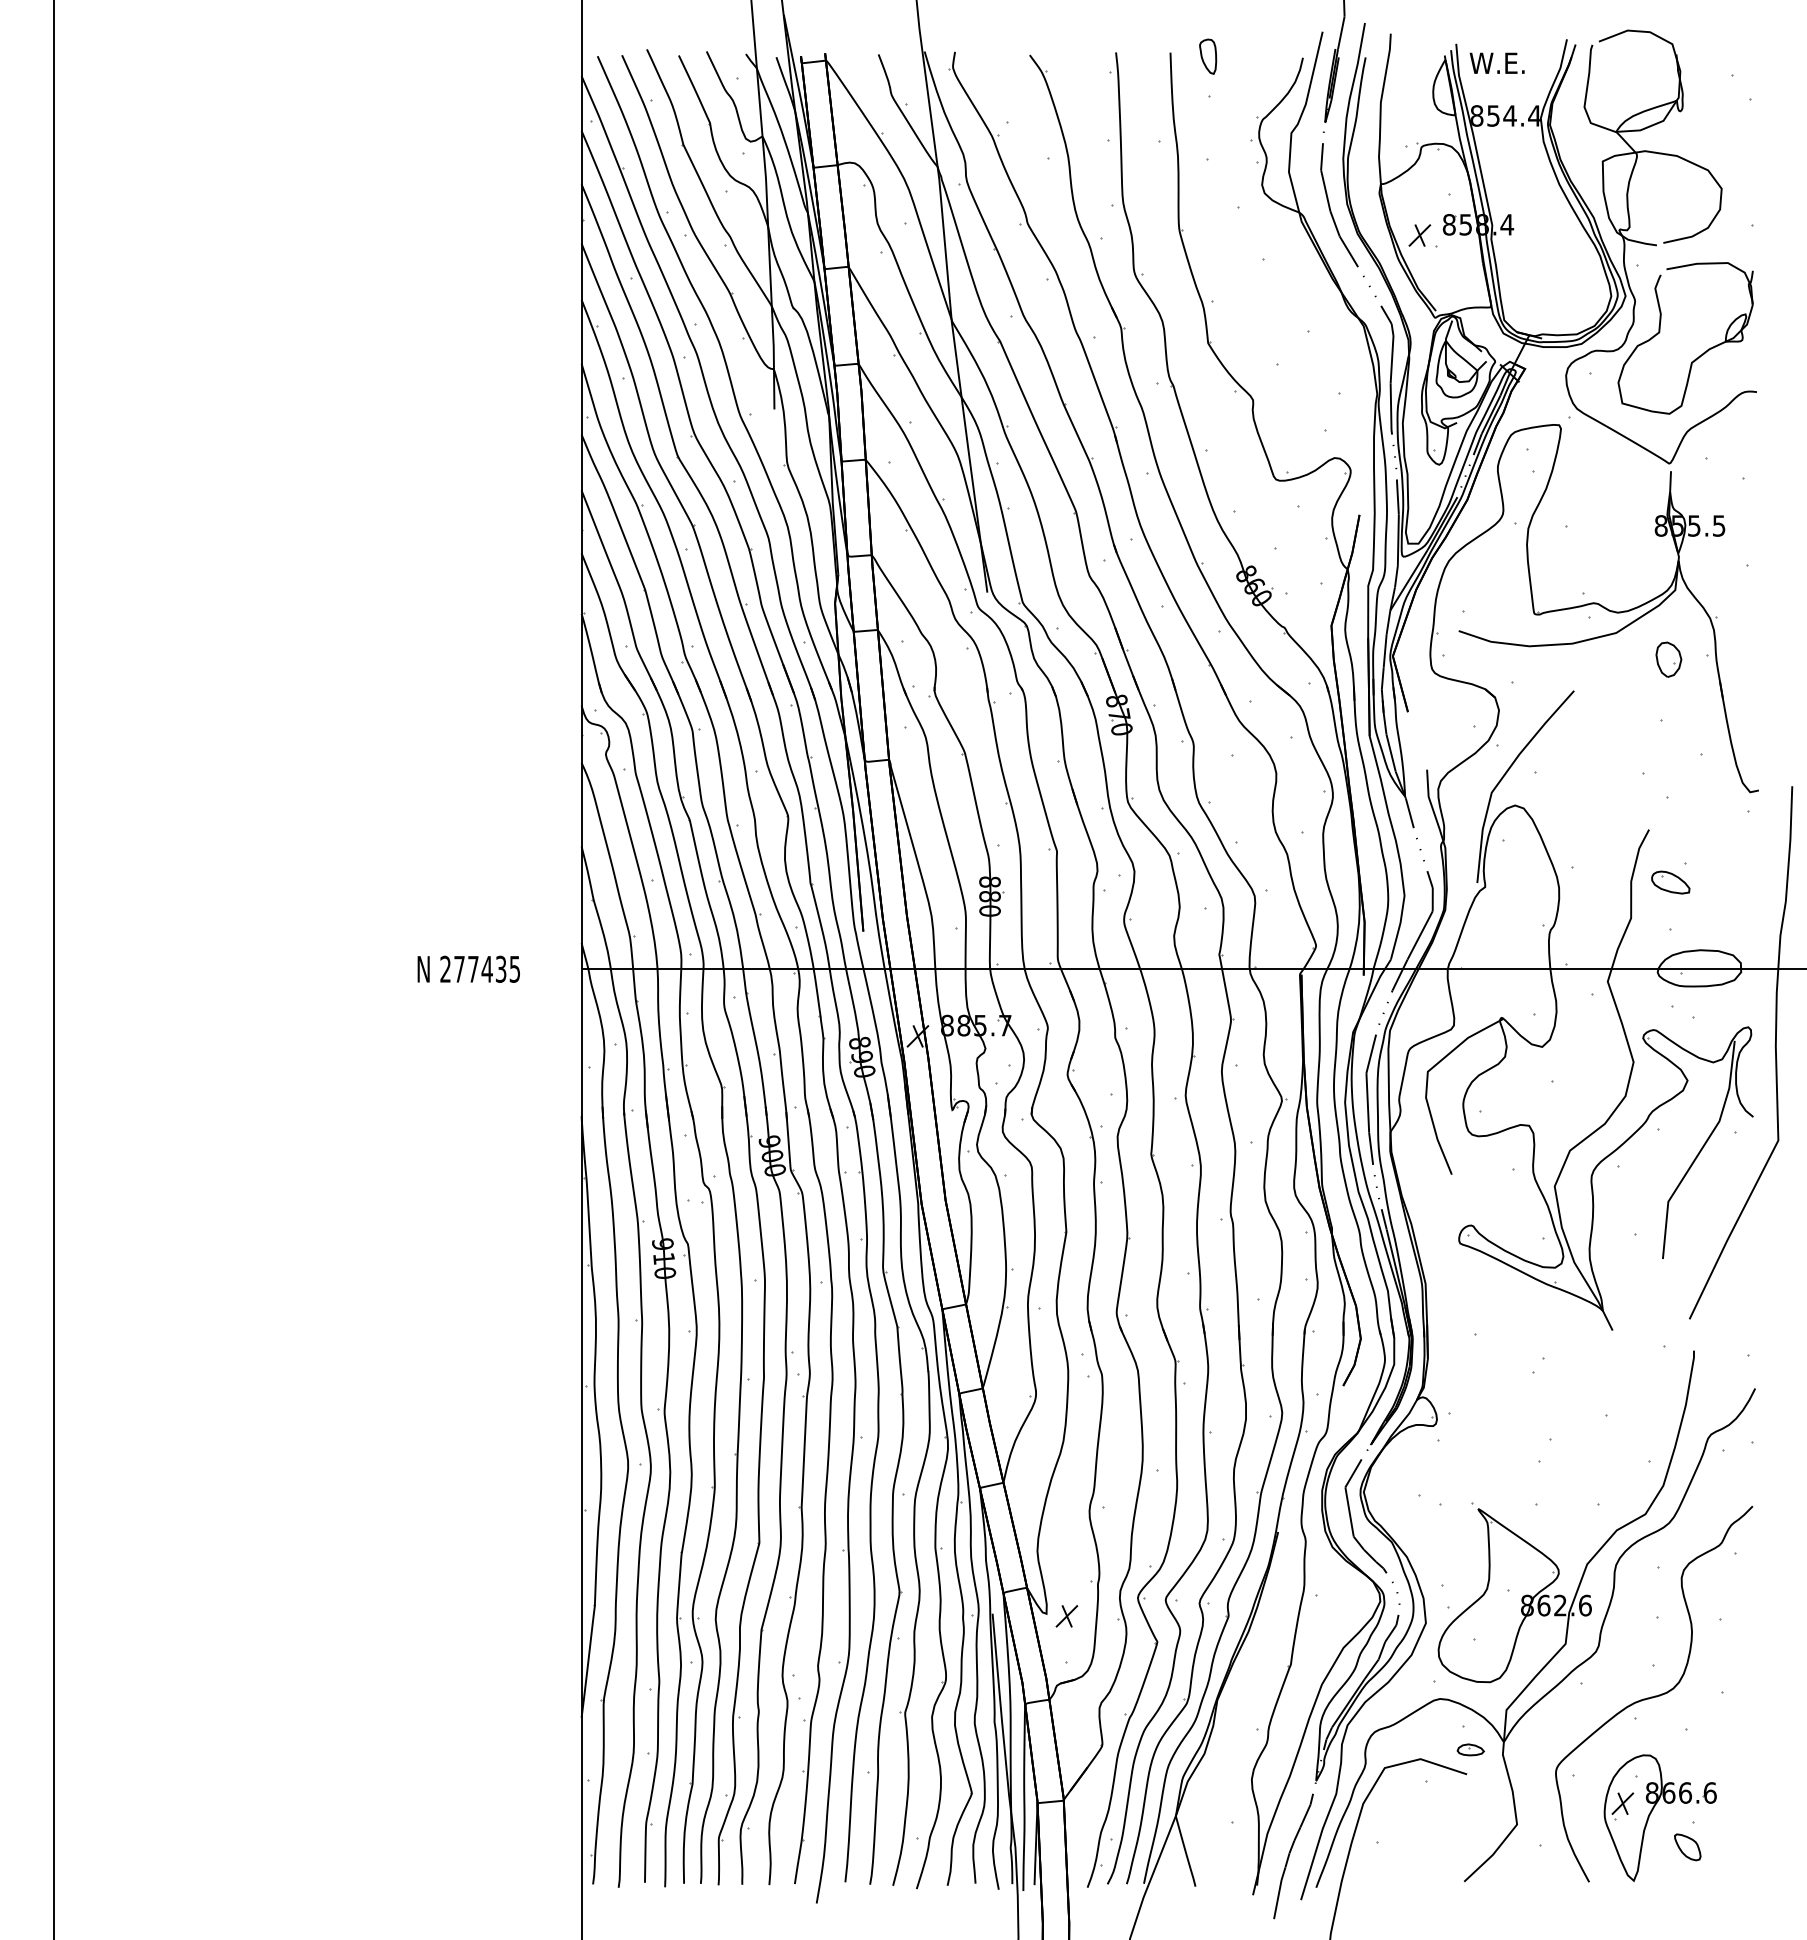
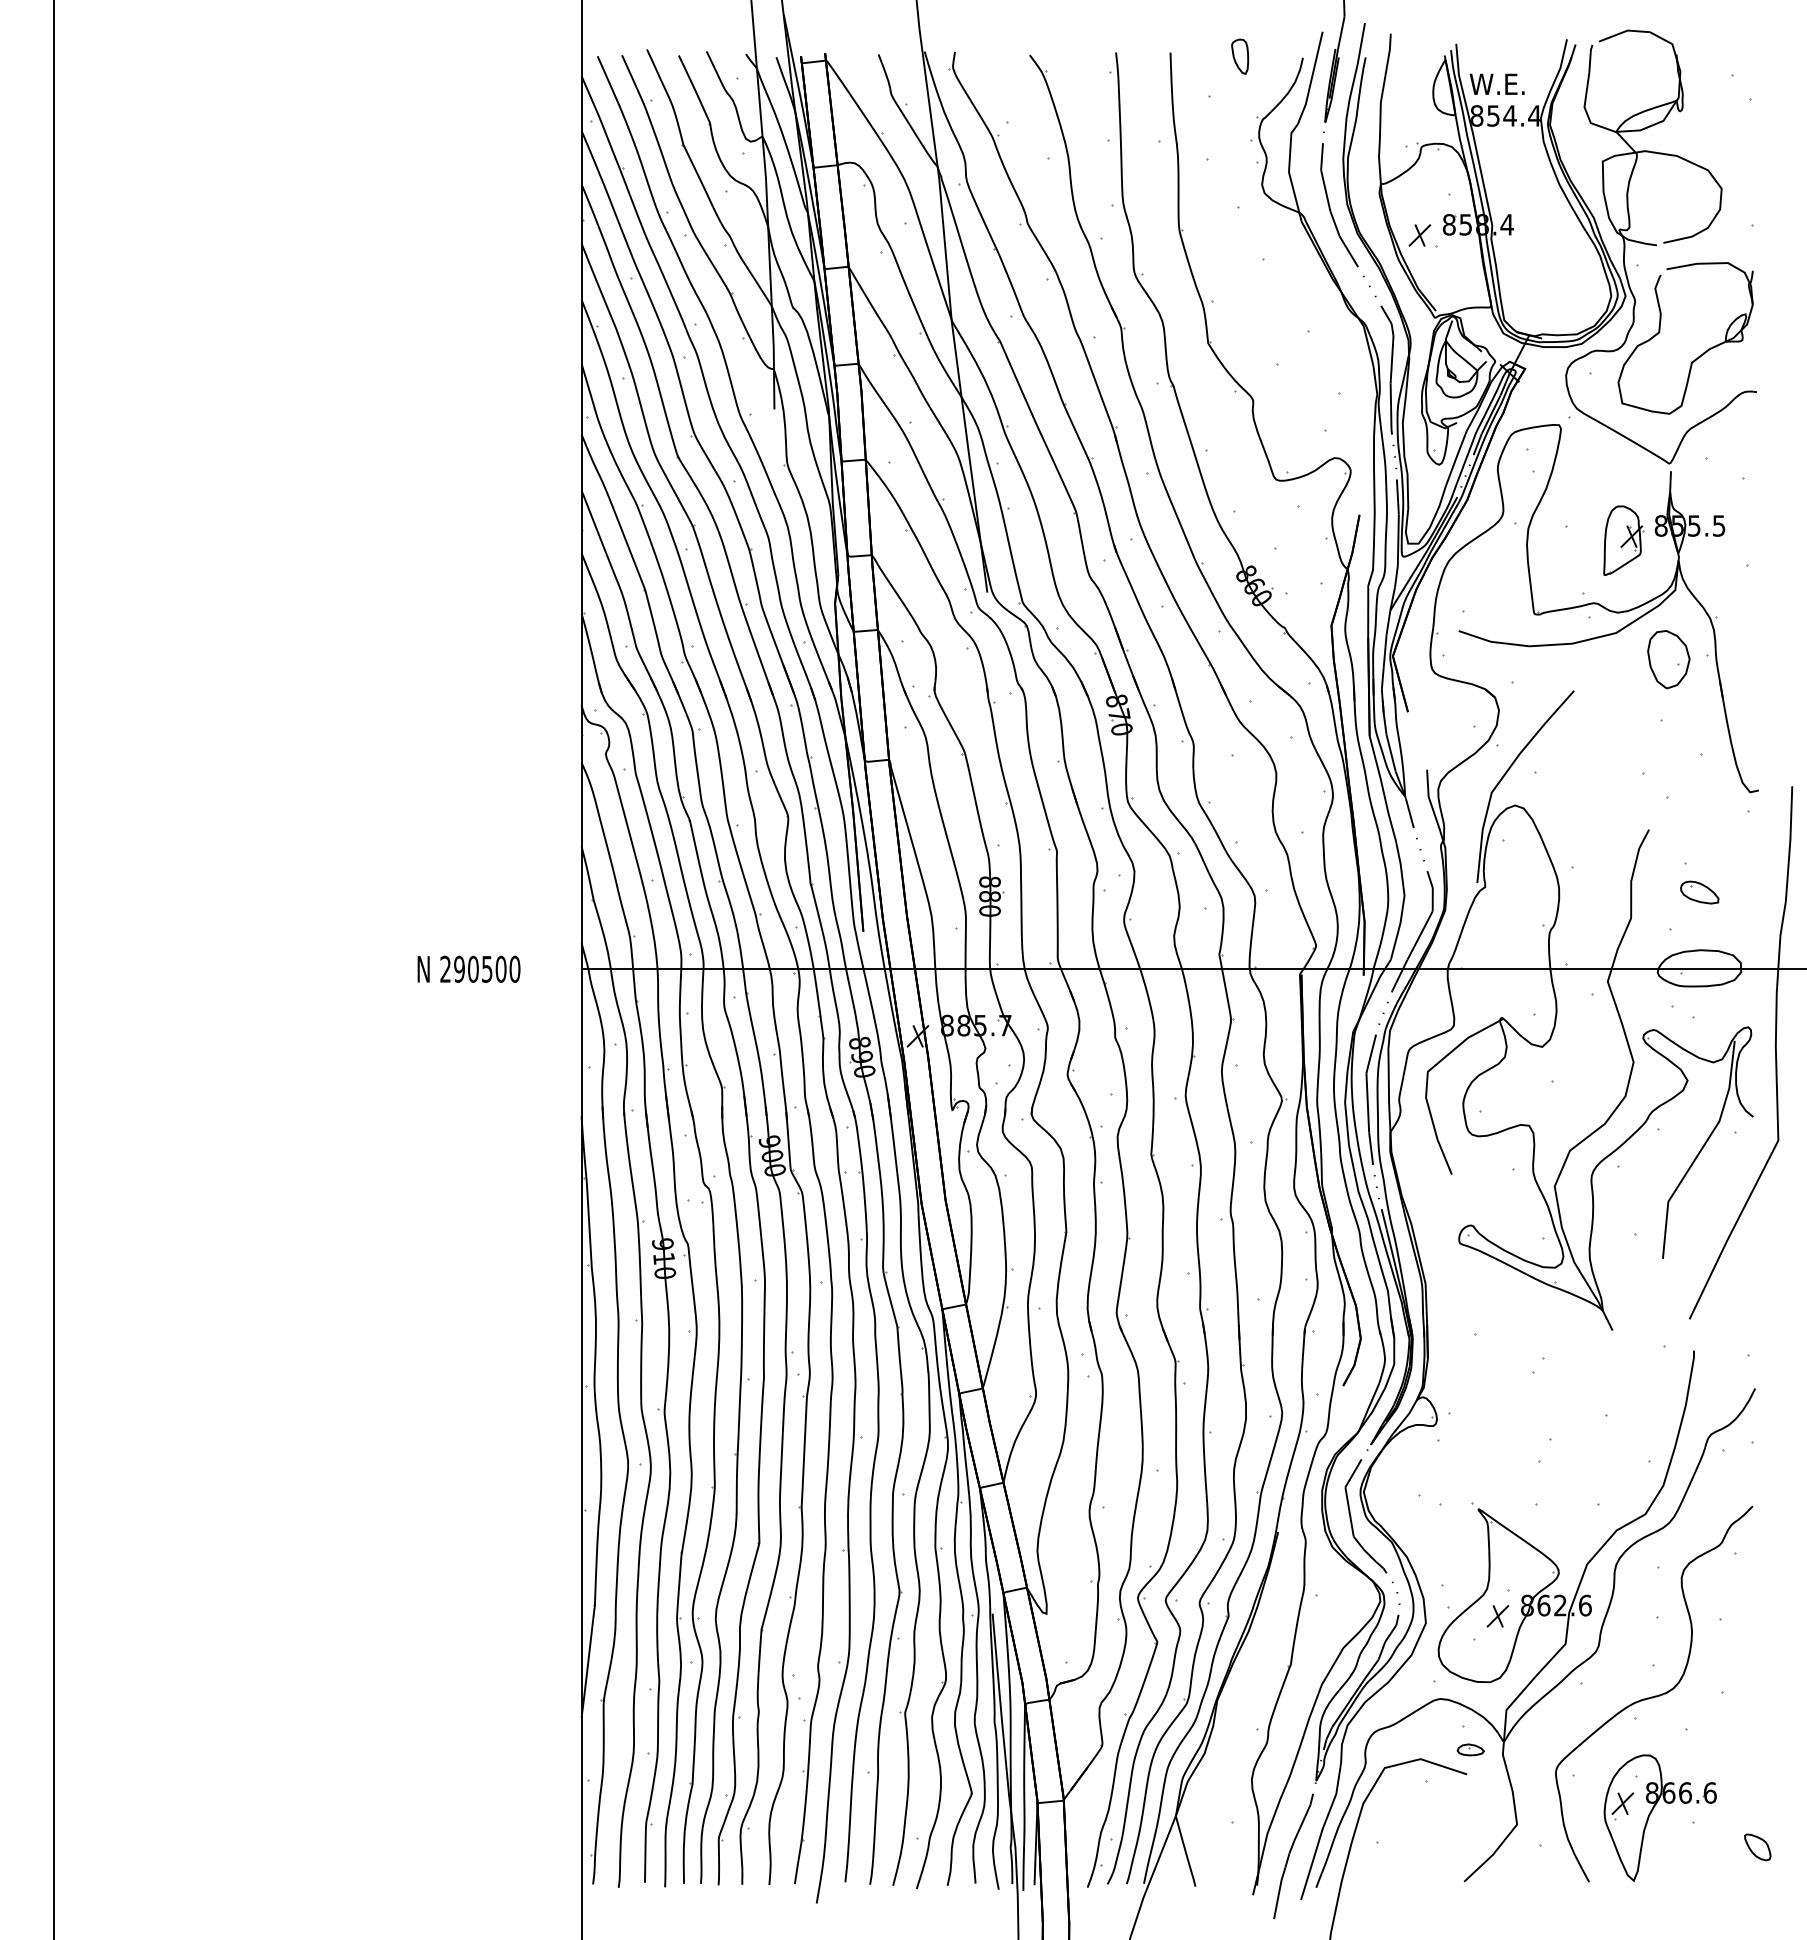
part at (1208, 56) position: (1208, 56) -> (1240, 56)
text at (1496, 62) position: (1496, 62) -> (1496, 83)
part at (1623, 540): none -> present
part at (1668, 659) size: 28x37 px -> 44x60 px
part at (1670, 882) position: (1670, 882) -> (1699, 892)
text at (487, 968): 277435 -> 290500
part at (1066, 1616) position: (1066, 1616) -> (1497, 1616)
part at (1687, 1847) position: (1687, 1847) -> (1757, 1847)
